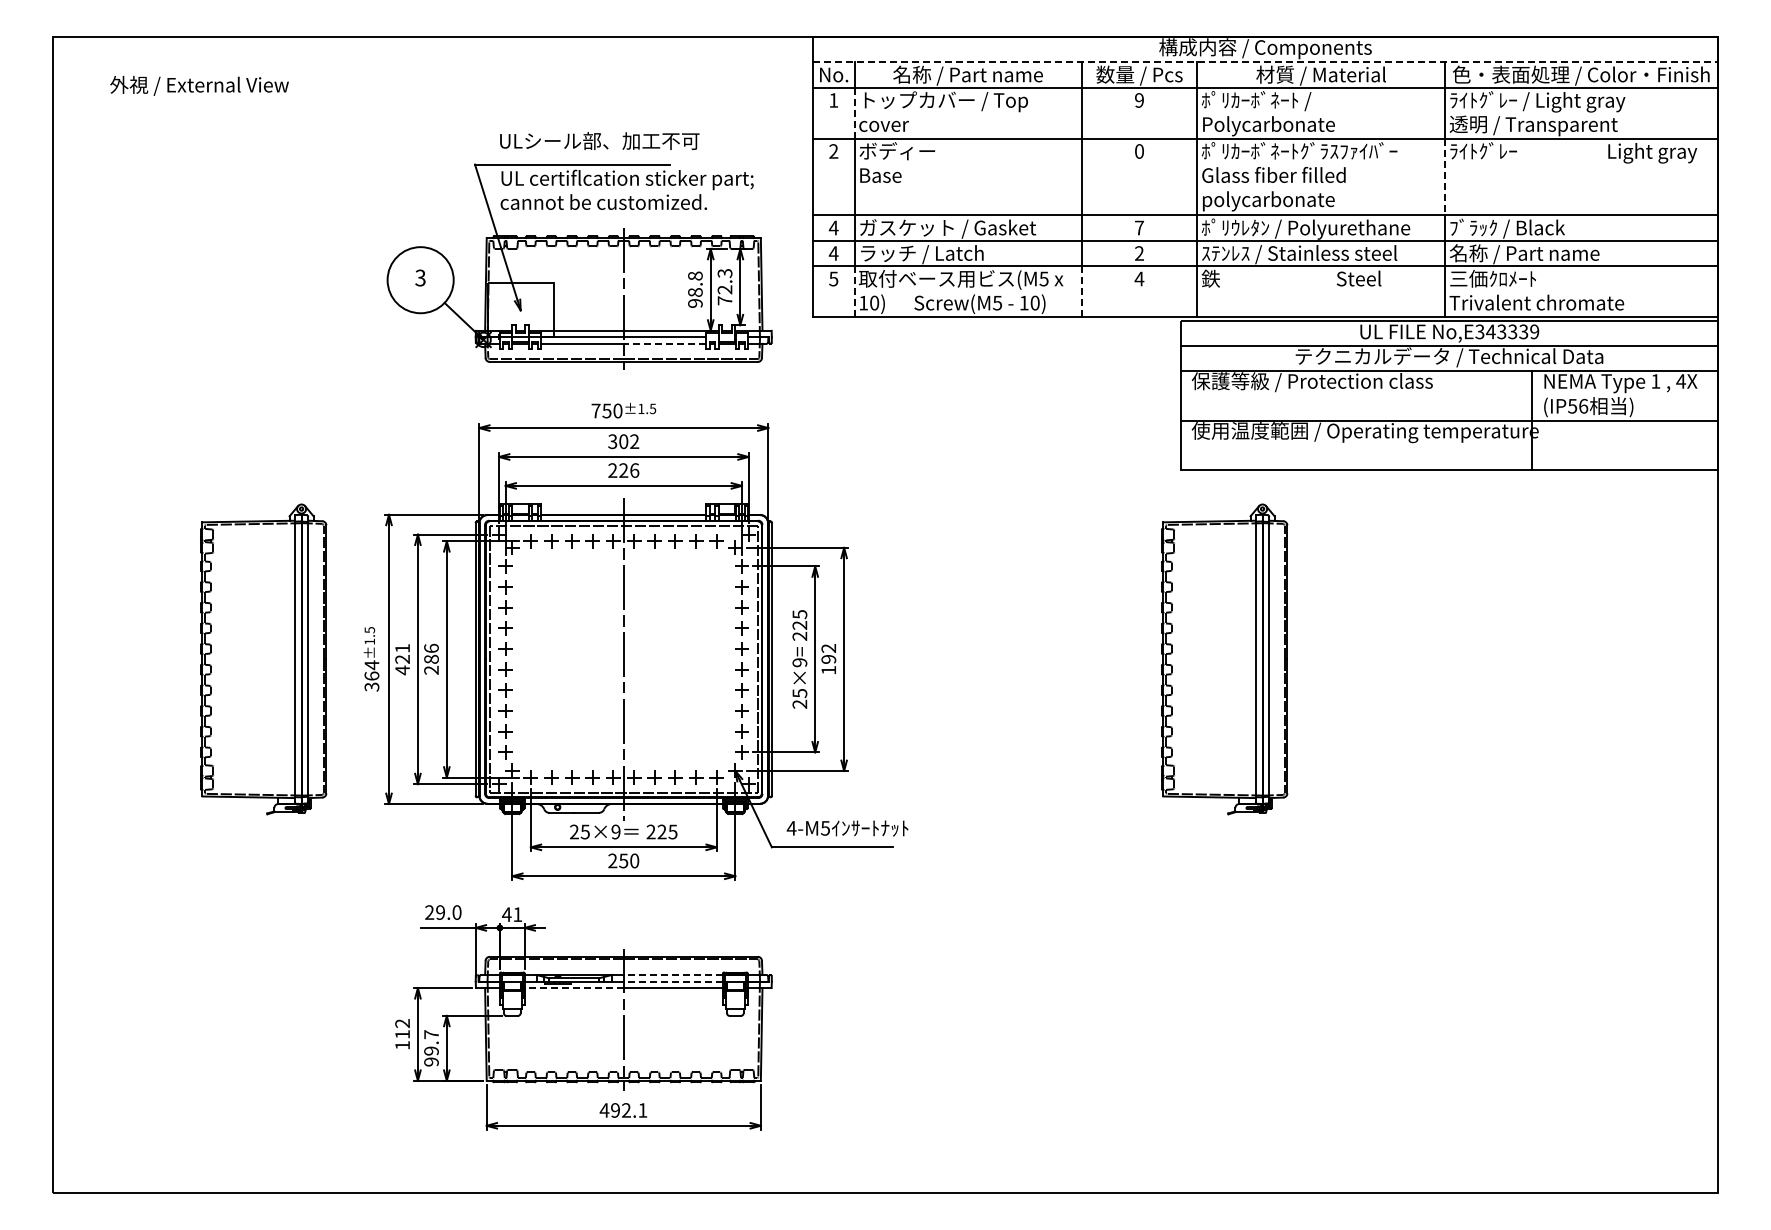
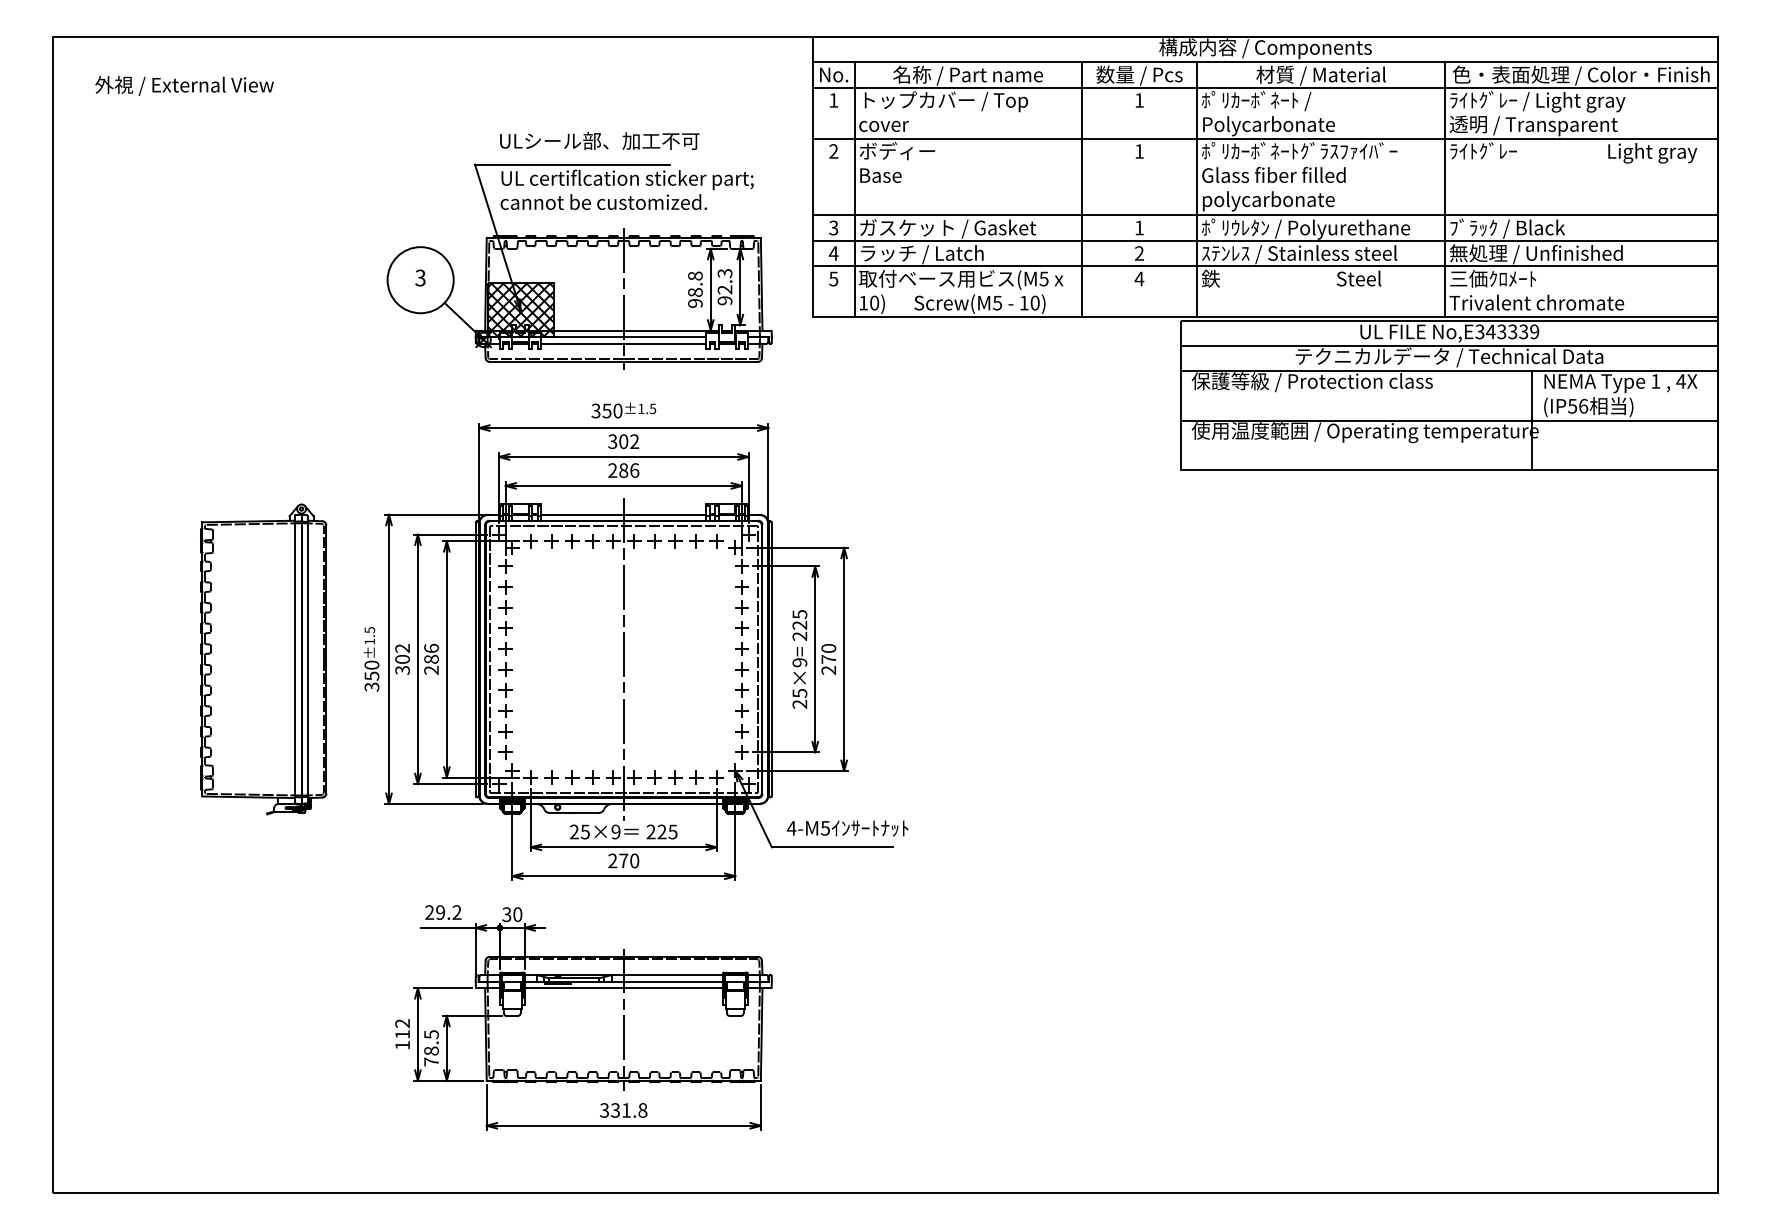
line at (1266, 62): dashed -> solid
text at (199, 85) position: (199, 85) -> (184, 85)
text at (1139, 100): 9 -> 1
line at (854, 113): dashed -> solid
text at (1139, 151): 0 -> 1
line at (1445, 177): dashed -> solid
text at (833, 227): 4 -> 3
text at (1139, 227): 7 -> 1
text at (1536, 254): 名称 / Part name -> 無処理 / Unfinished
line at (854, 291): dashed -> solid
line at (1081, 291): dashed -> solid
text at (724, 300): 72.3 -> 92.3
hatch at (520, 310): none -> present
line at (664, 343): dashed -> solid
text at (595, 410): 750 -> 350
text at (623, 470): 226 -> 286
text at (402, 659): 421 -> 302
text at (828, 659): 192 -> 270
part at (1224, 659): present -> none
text at (371, 670): 364 -> 350
text at (623, 860): 250 -> 270
text at (456, 912): 29.0 -> 29.2
text at (511, 914): 41 -> 30
line at (673, 975): dashed -> solid
line at (673, 981): dashed -> solid
line at (574, 988): dashed -> solid
text at (431, 1048): 99.7 -> 78.5
text at (623, 1110): 492.1 -> 331.8
